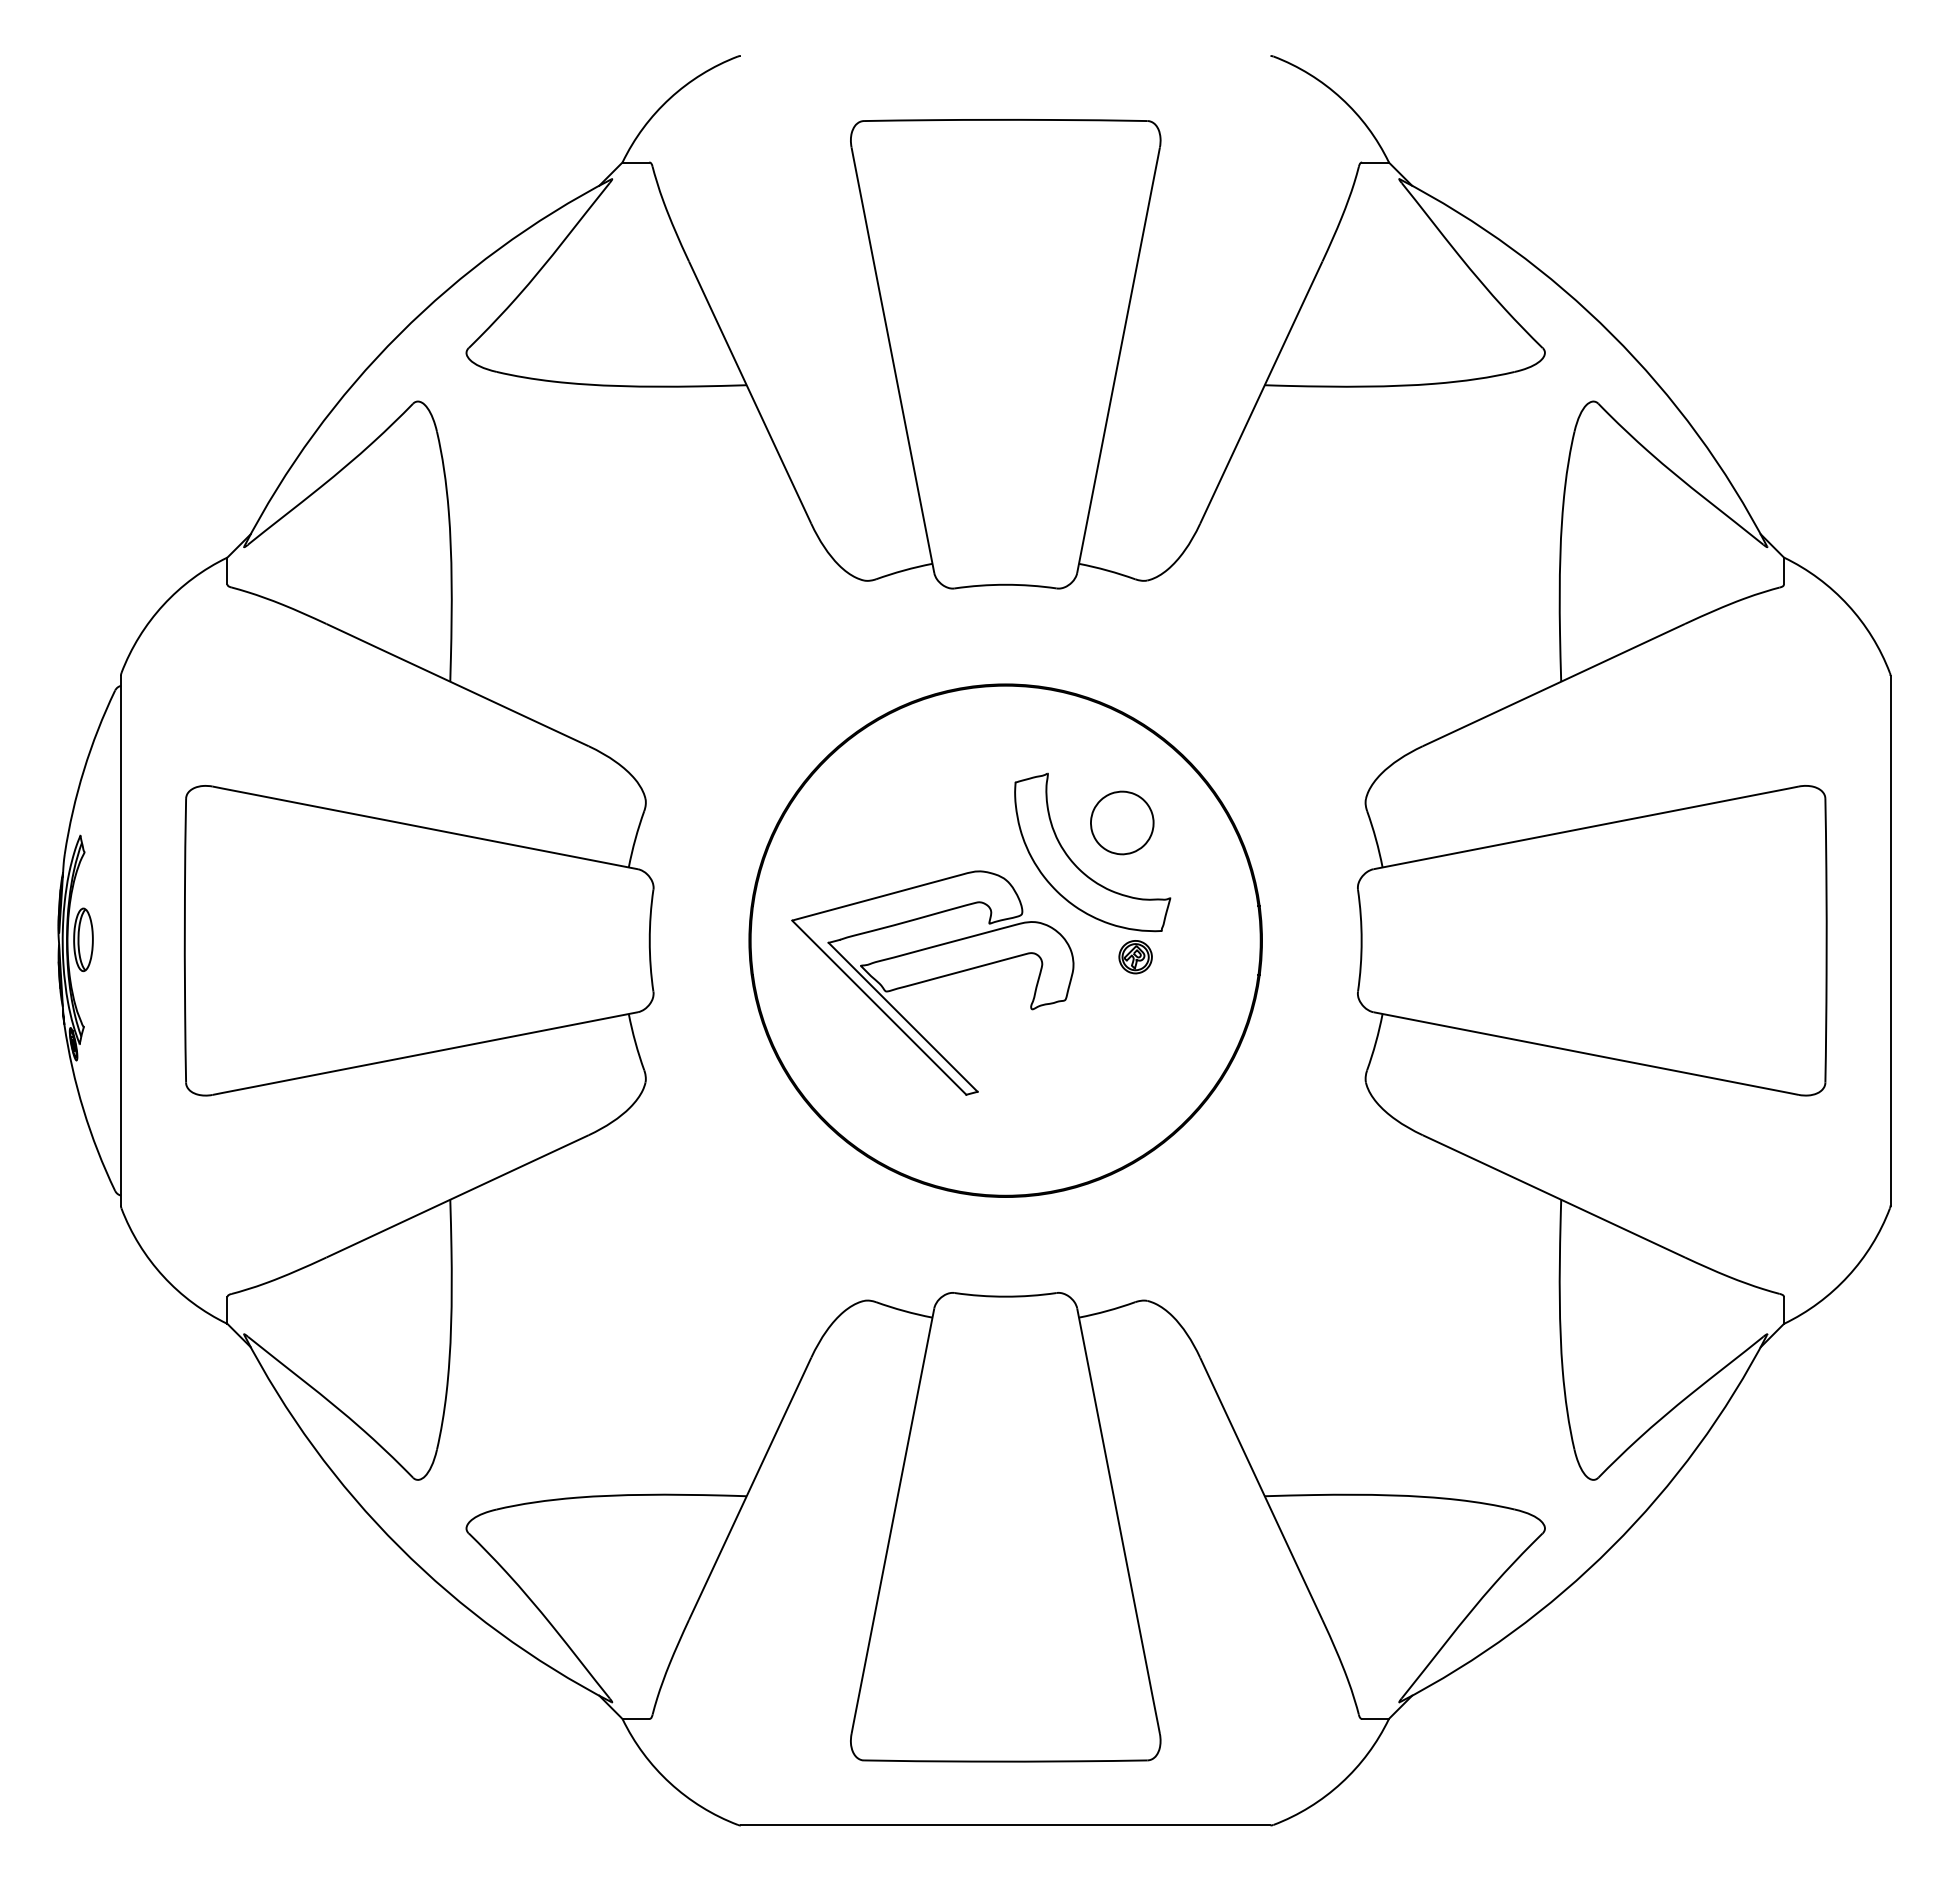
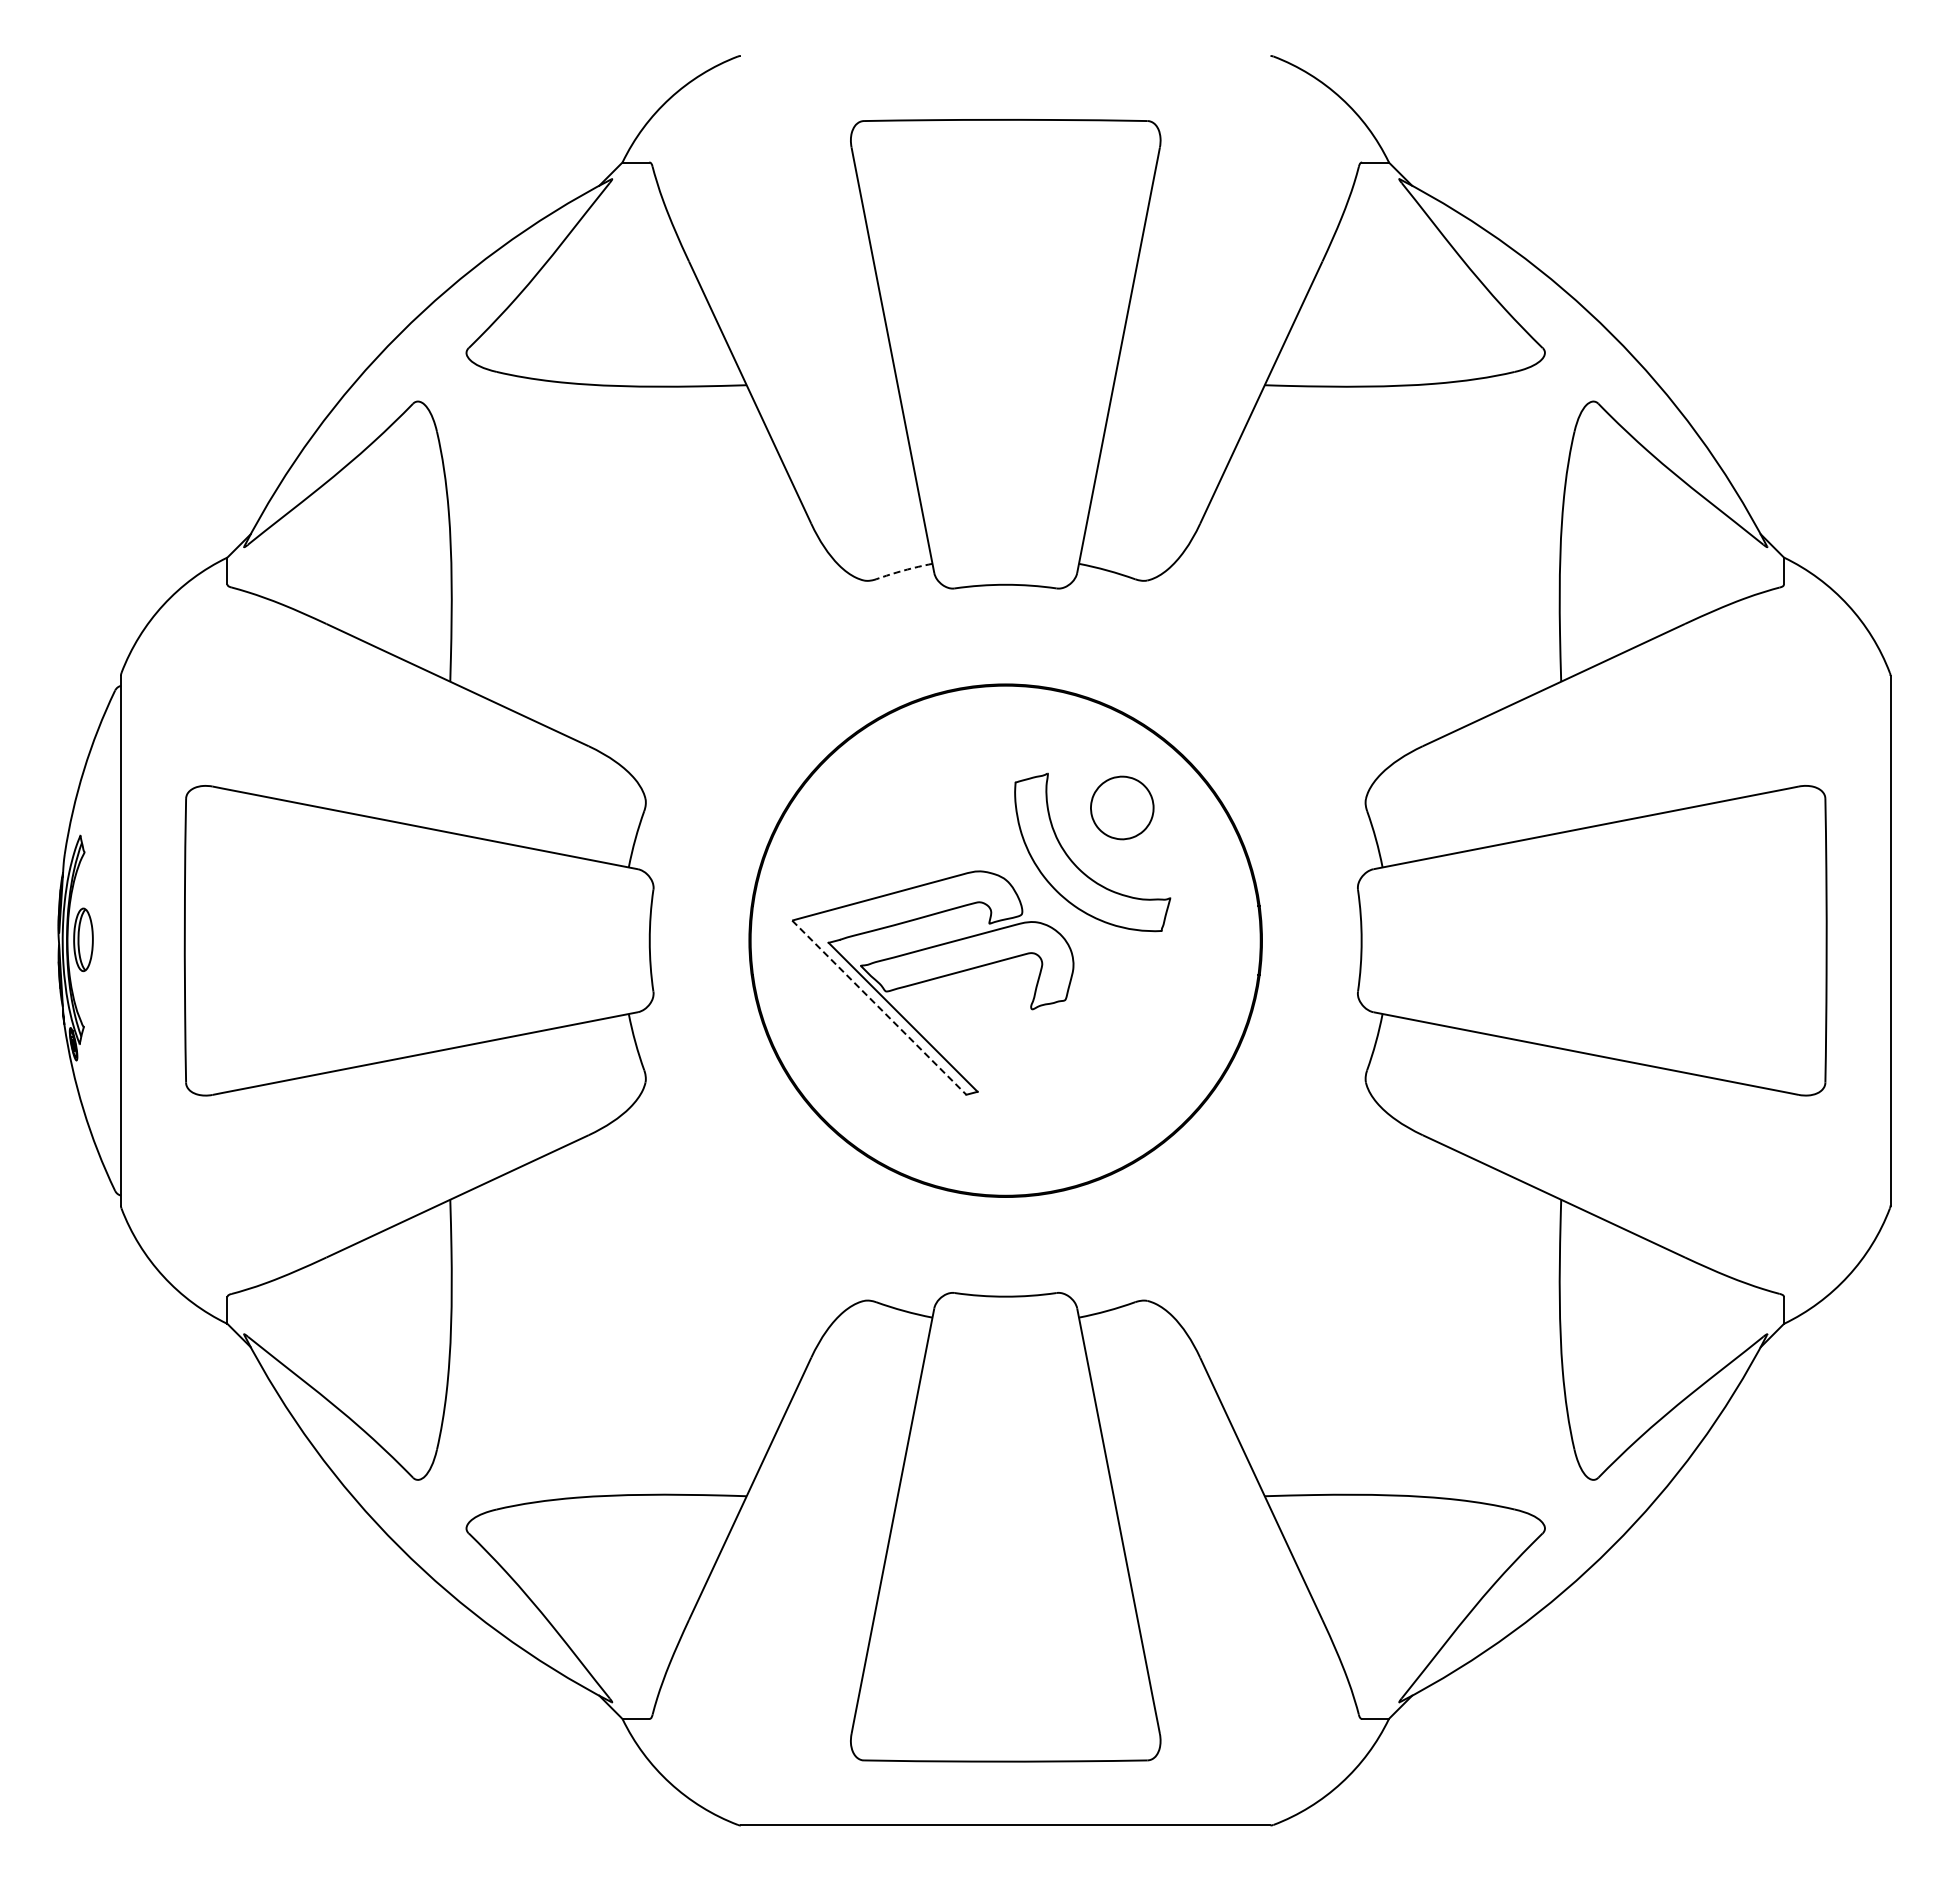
arc at (904, 570): solid -> dashed
part at (1122, 822) position: (1122, 822) -> (1122, 807)
part at (1135, 957): present -> none
line at (879, 1008): solid -> dashed
